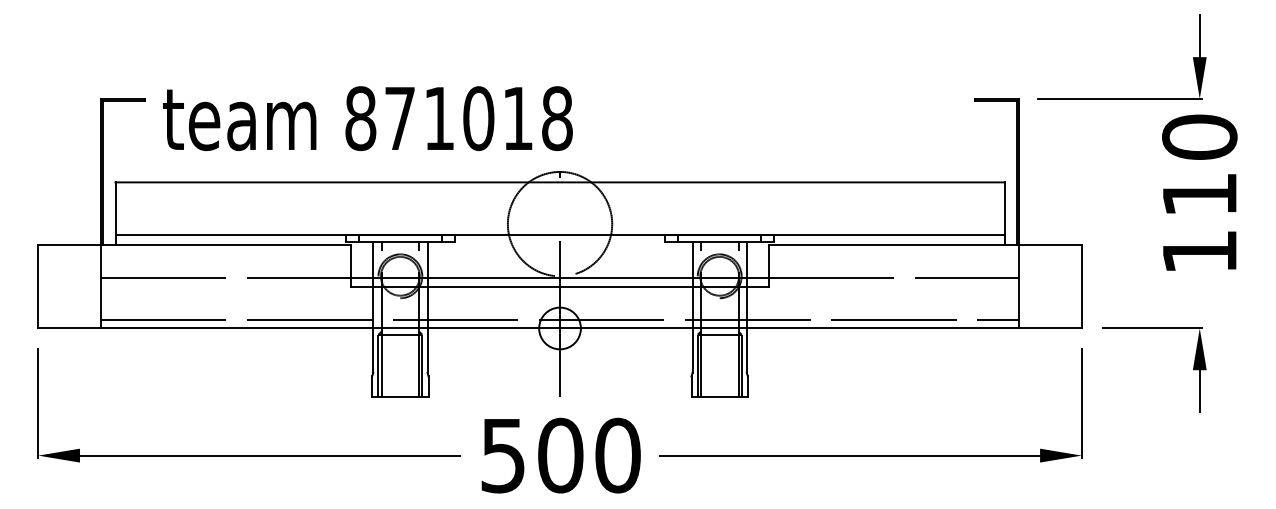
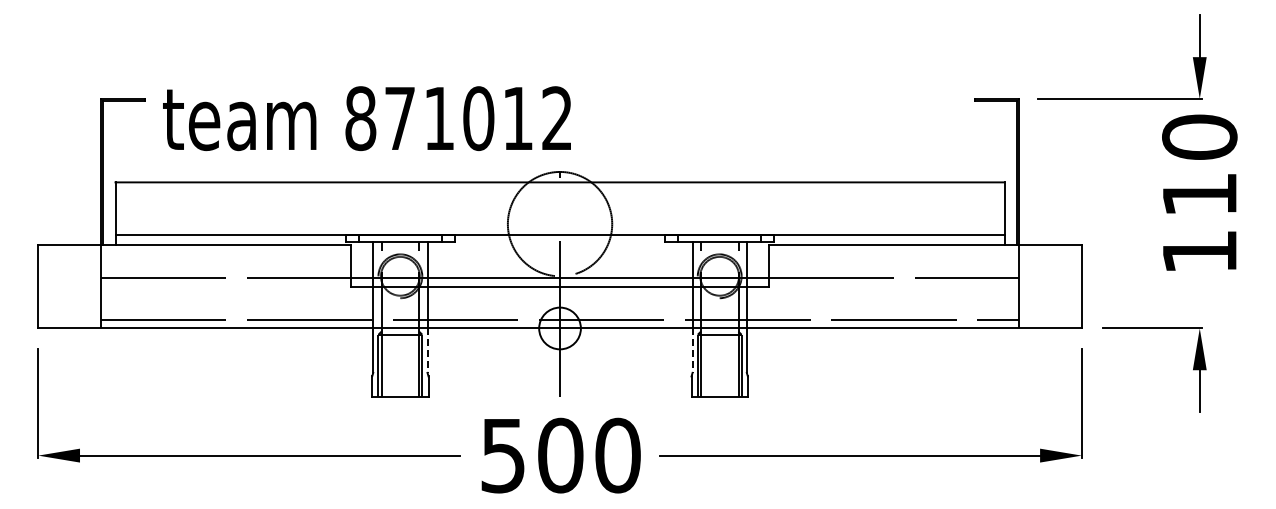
text at (557, 118): 871018 -> 871012
line at (427, 351): solid -> dashed
line at (692, 351): solid -> dashed
